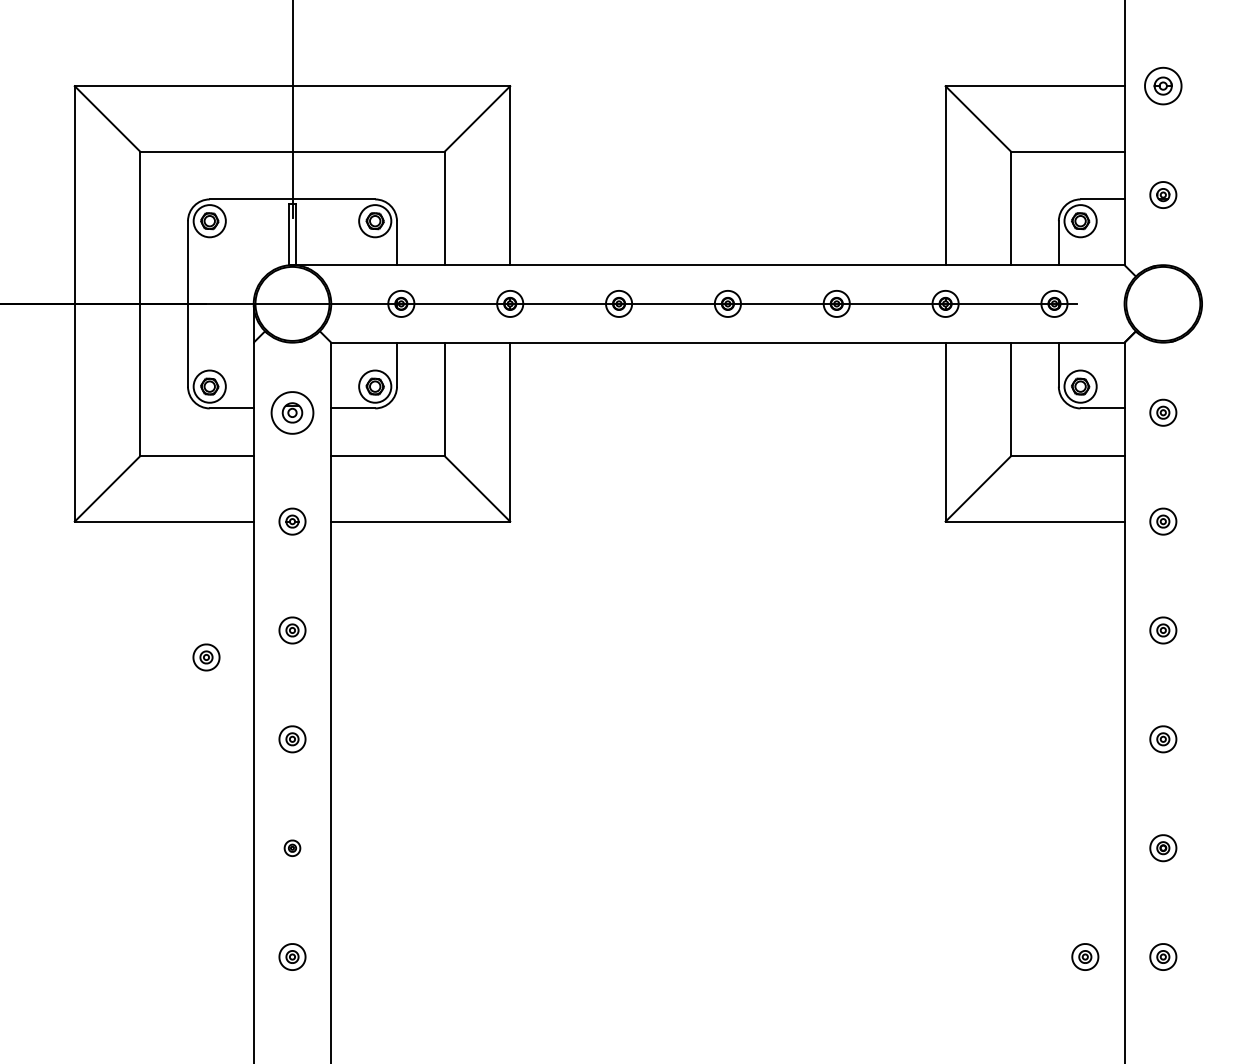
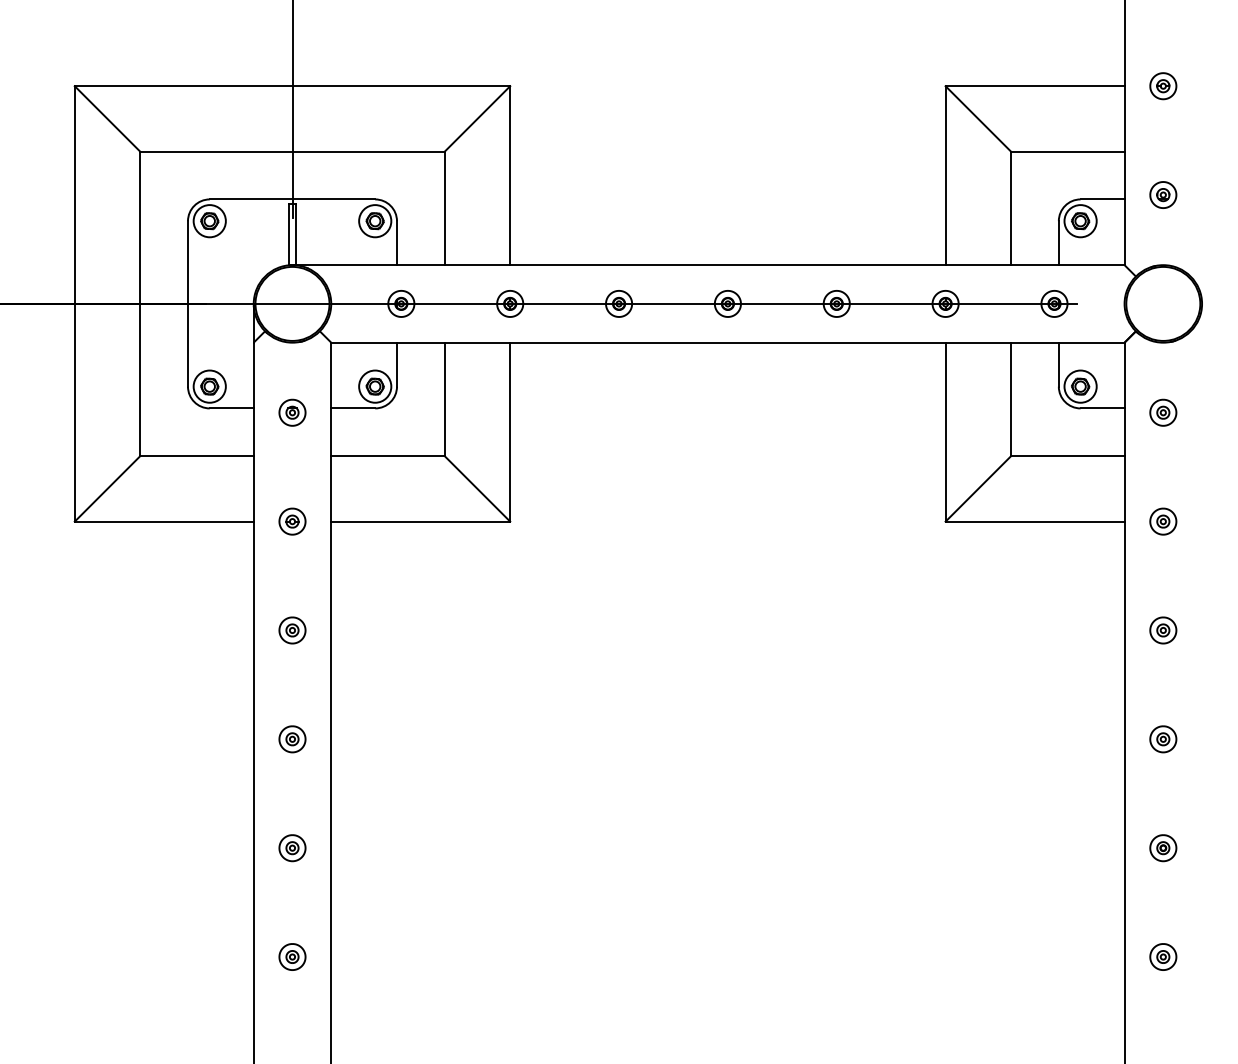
part at (1163, 85) size: 39x40 px -> 29x29 px
part at (292, 412) size: 45x44 px -> 29x29 px
part at (206, 657): present -> none
part at (292, 847) size: 19x18 px -> 29x29 px
part at (1085, 956): present -> none
